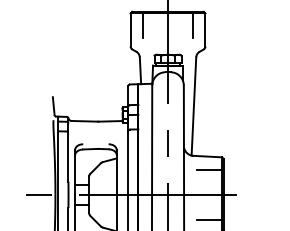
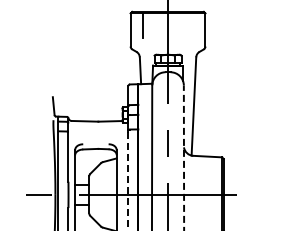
line at (193, 26): present -> none
line at (183, 157): solid -> dashed
line at (209, 169): present -> none
line at (128, 181): solid -> dashed
line at (209, 220): present -> none
